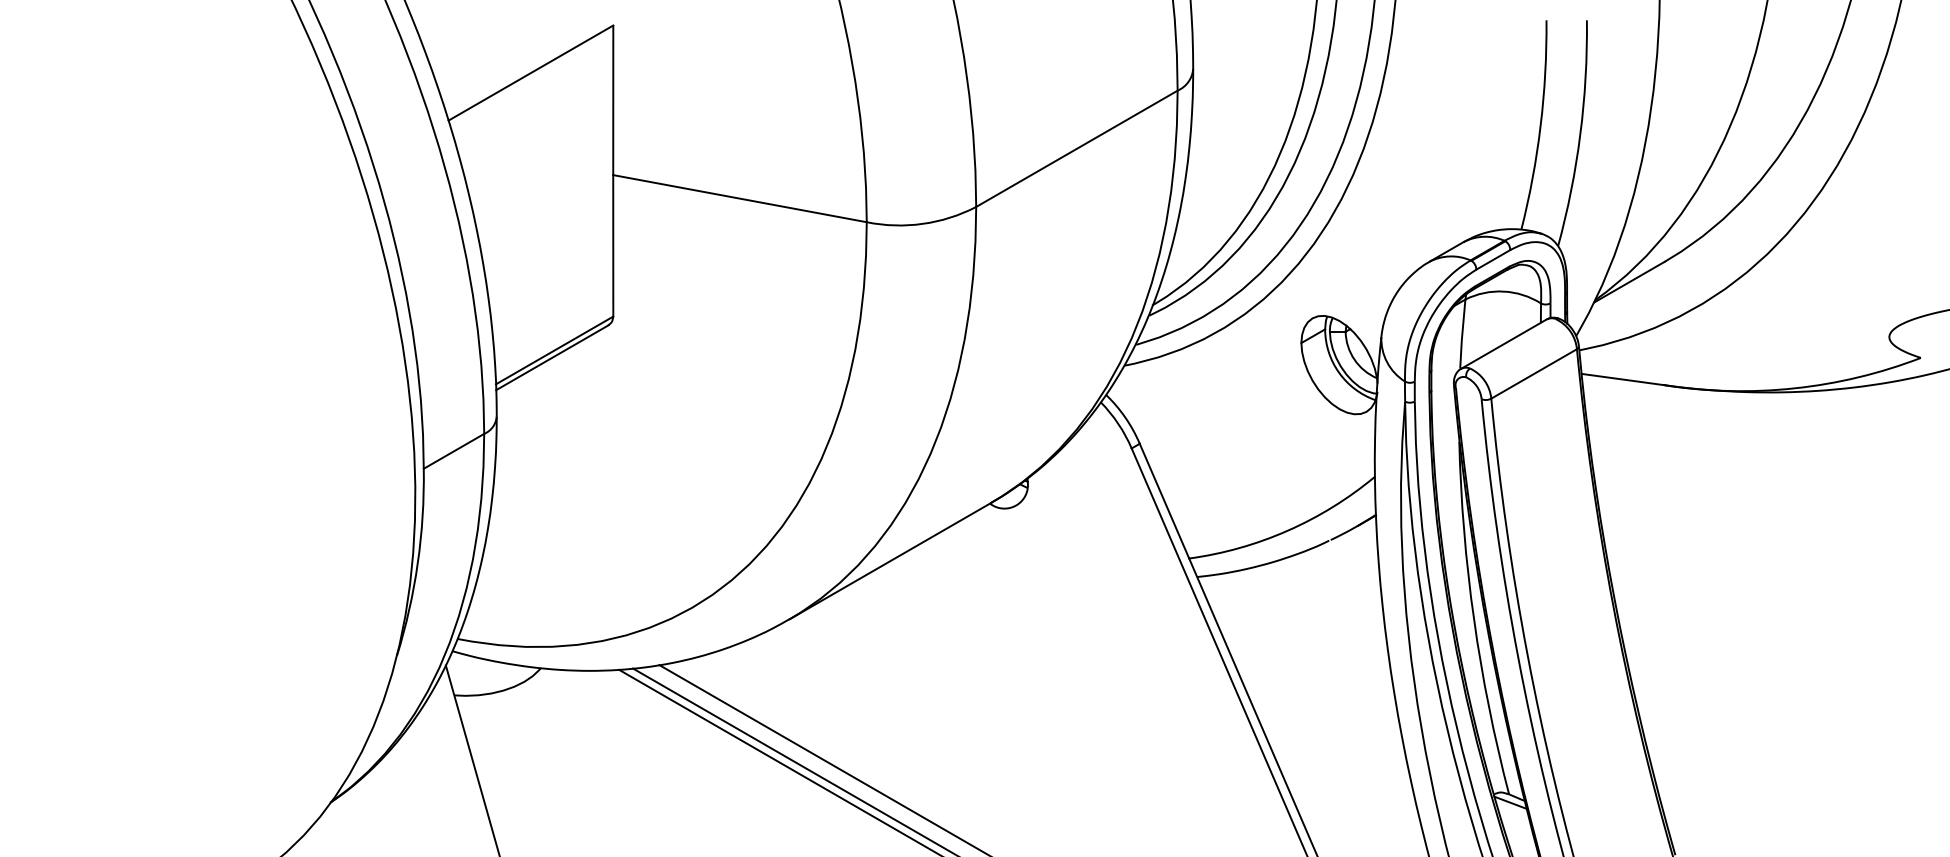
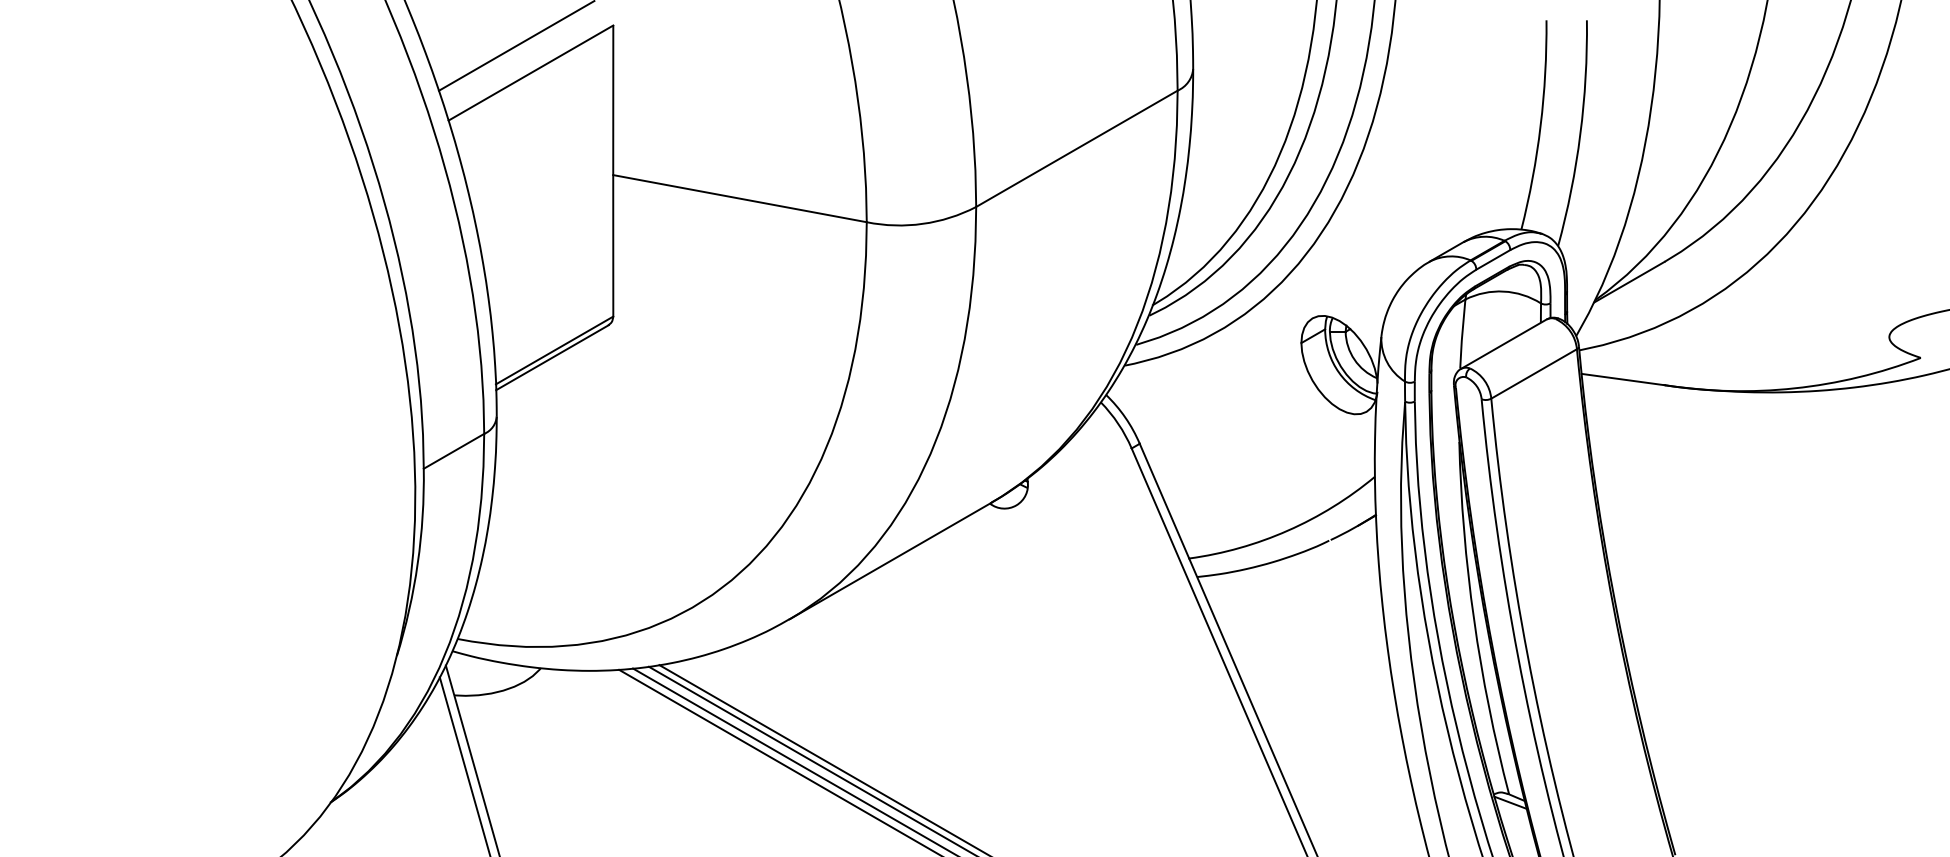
line at (515, 46): none -> present
line at (810, 759): none -> present
line at (464, 765): none -> present
